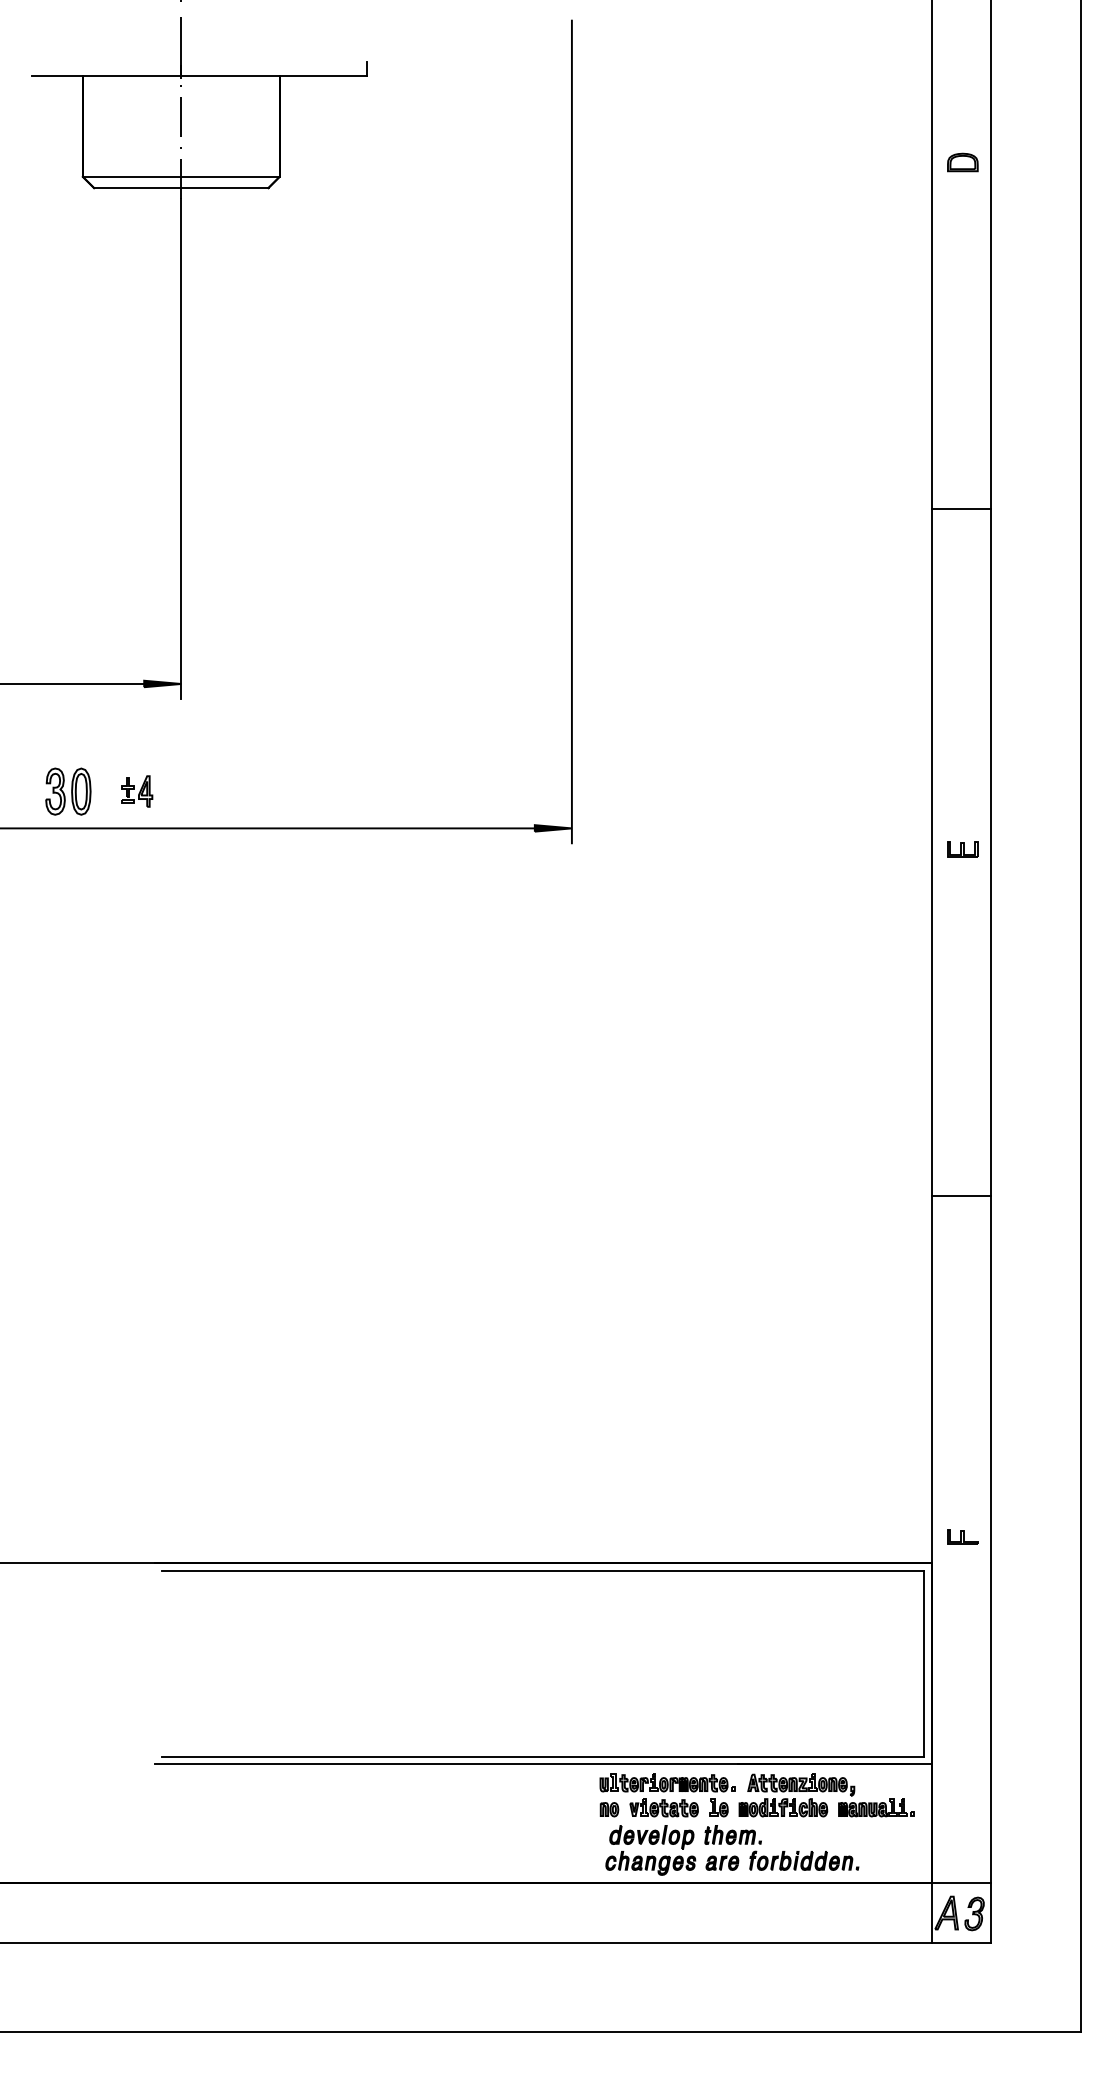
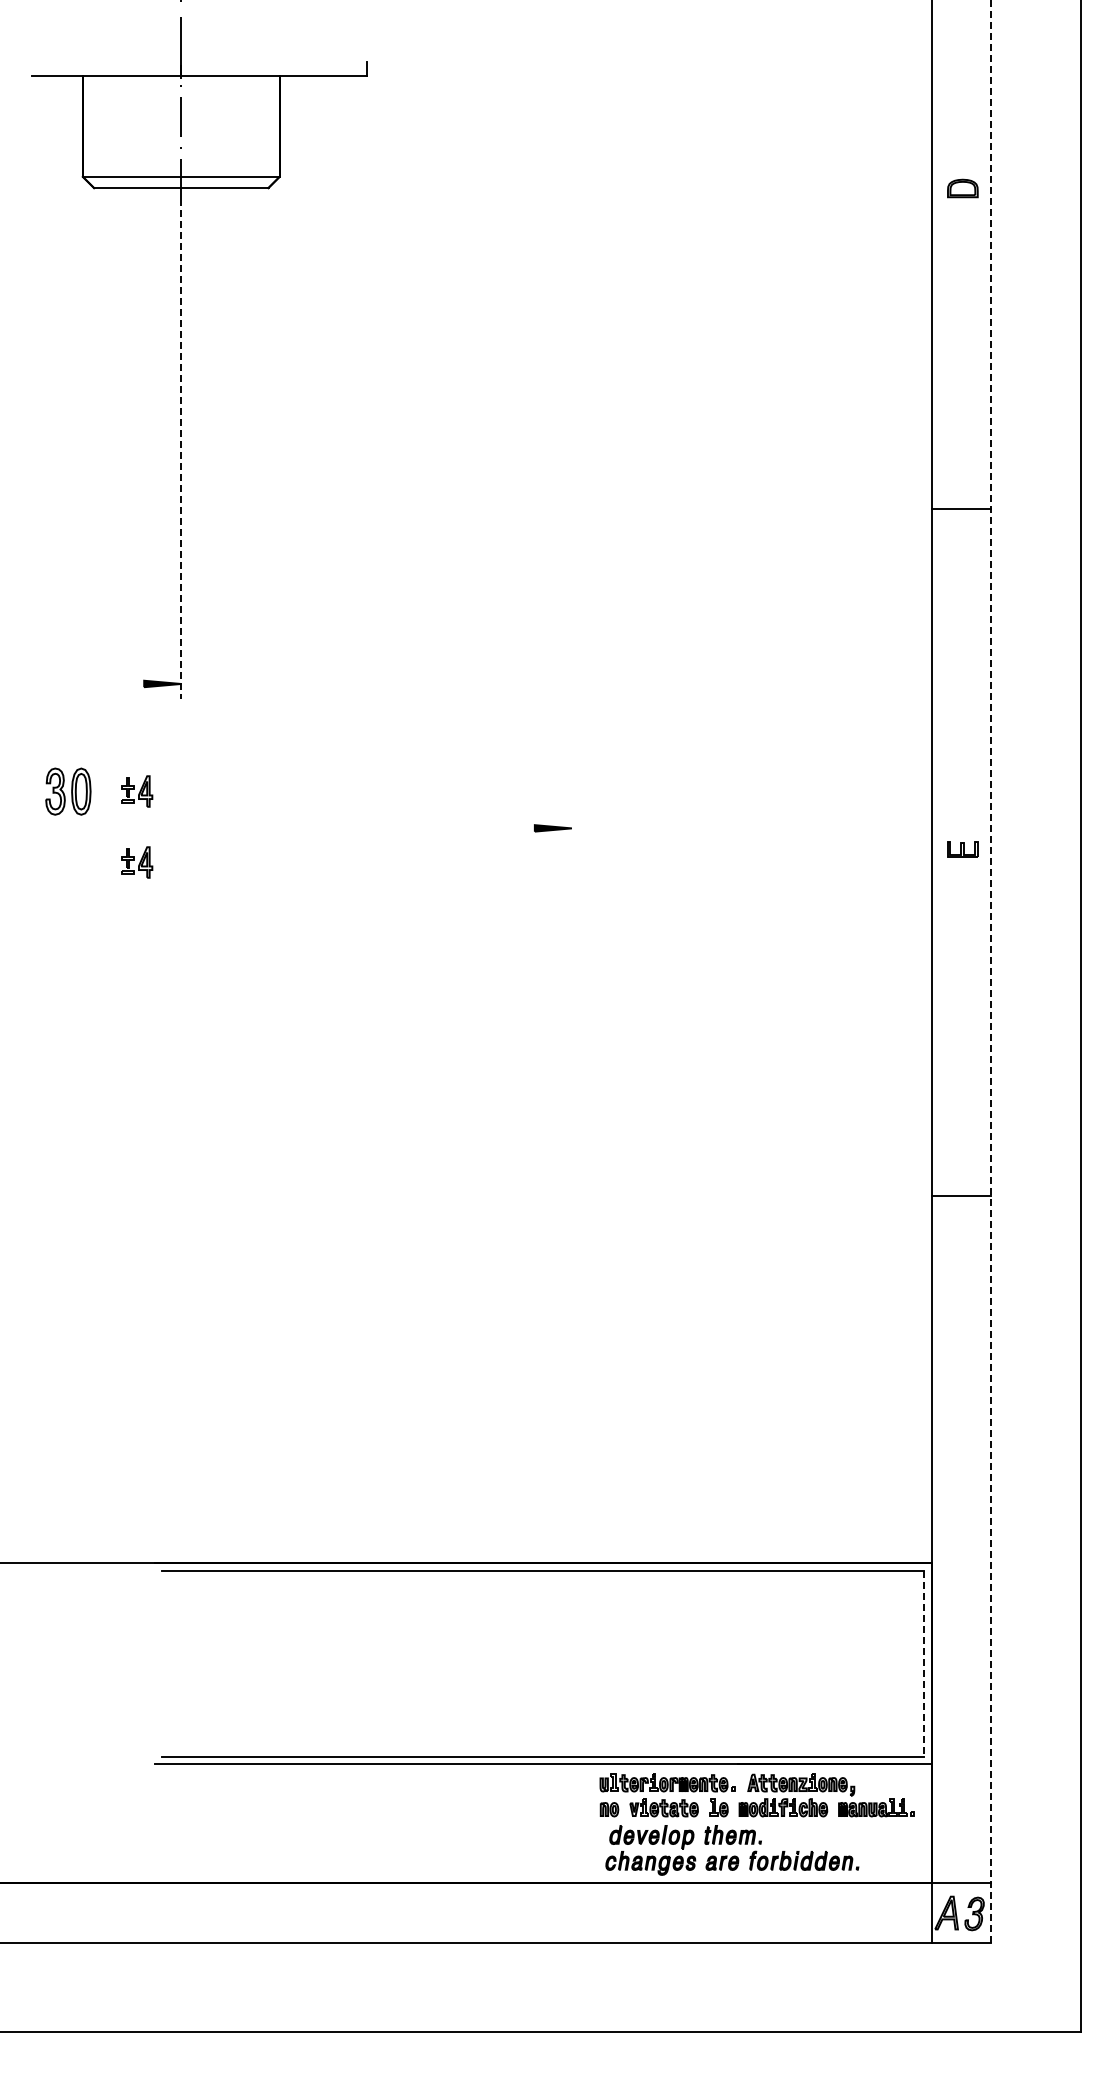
part at (962, 162) position: (962, 162) -> (962, 188)
line at (571, 431): present -> none
line at (181, 449): solid -> dashed
line at (73, 683): present -> none
line at (268, 828): present -> none
part at (137, 862): none -> present
line at (991, 971): solid -> dashed
part at (962, 1536): present -> none
line at (924, 1664): solid -> dashed
